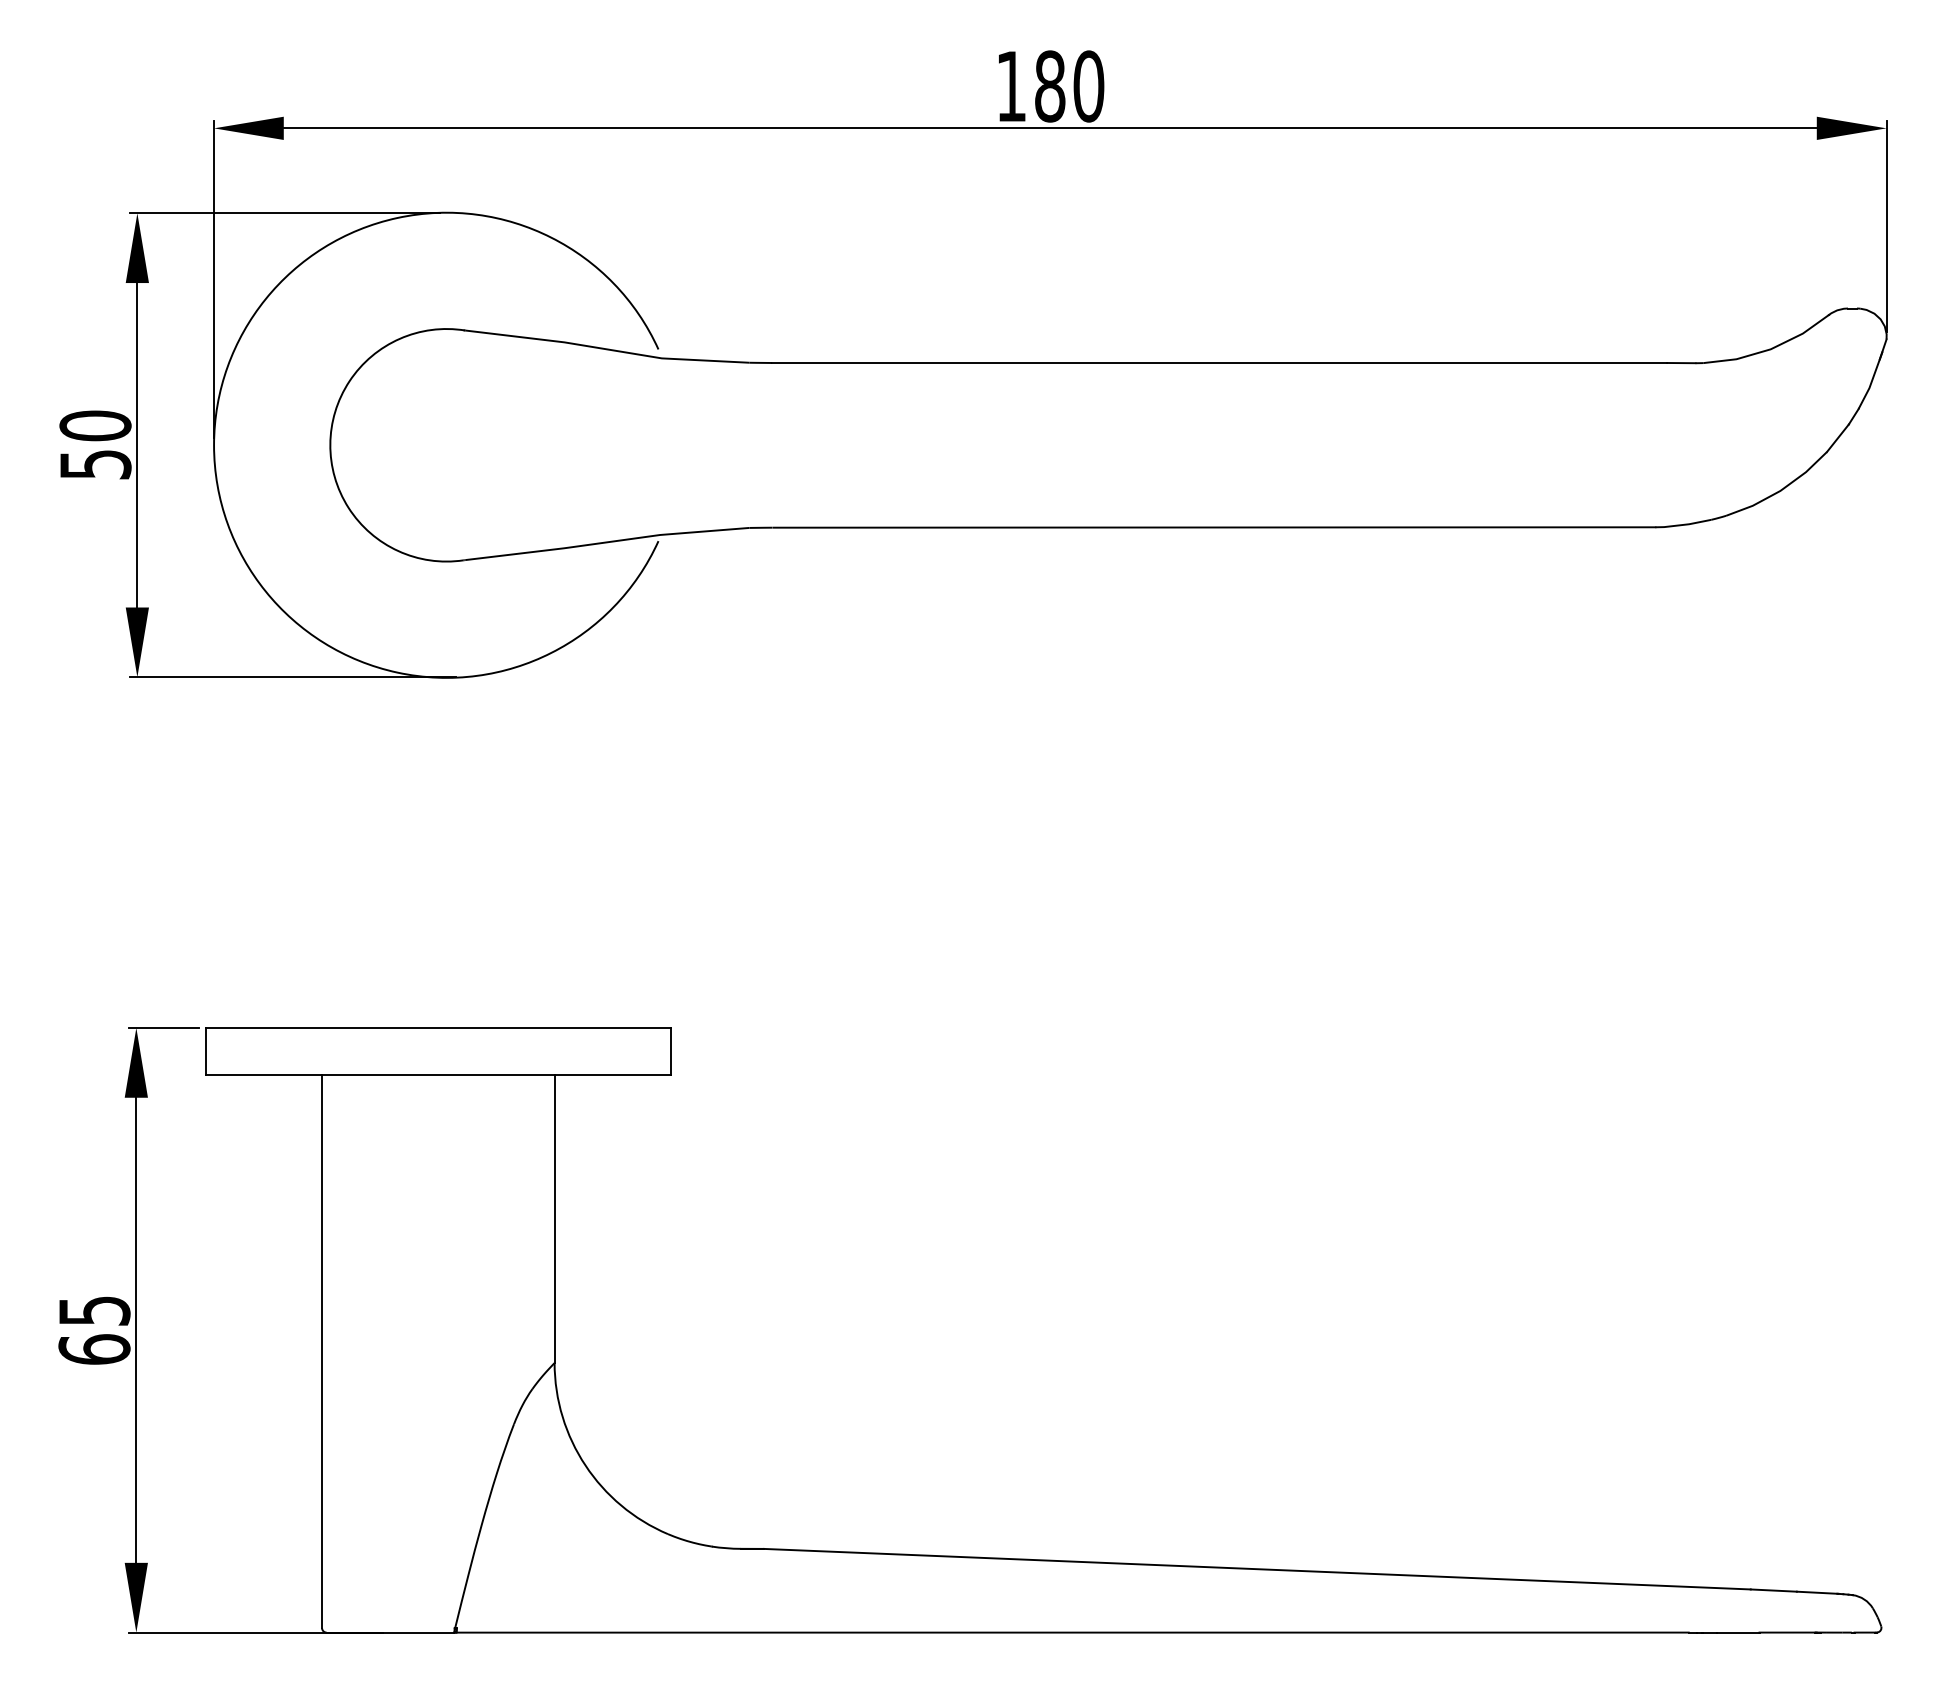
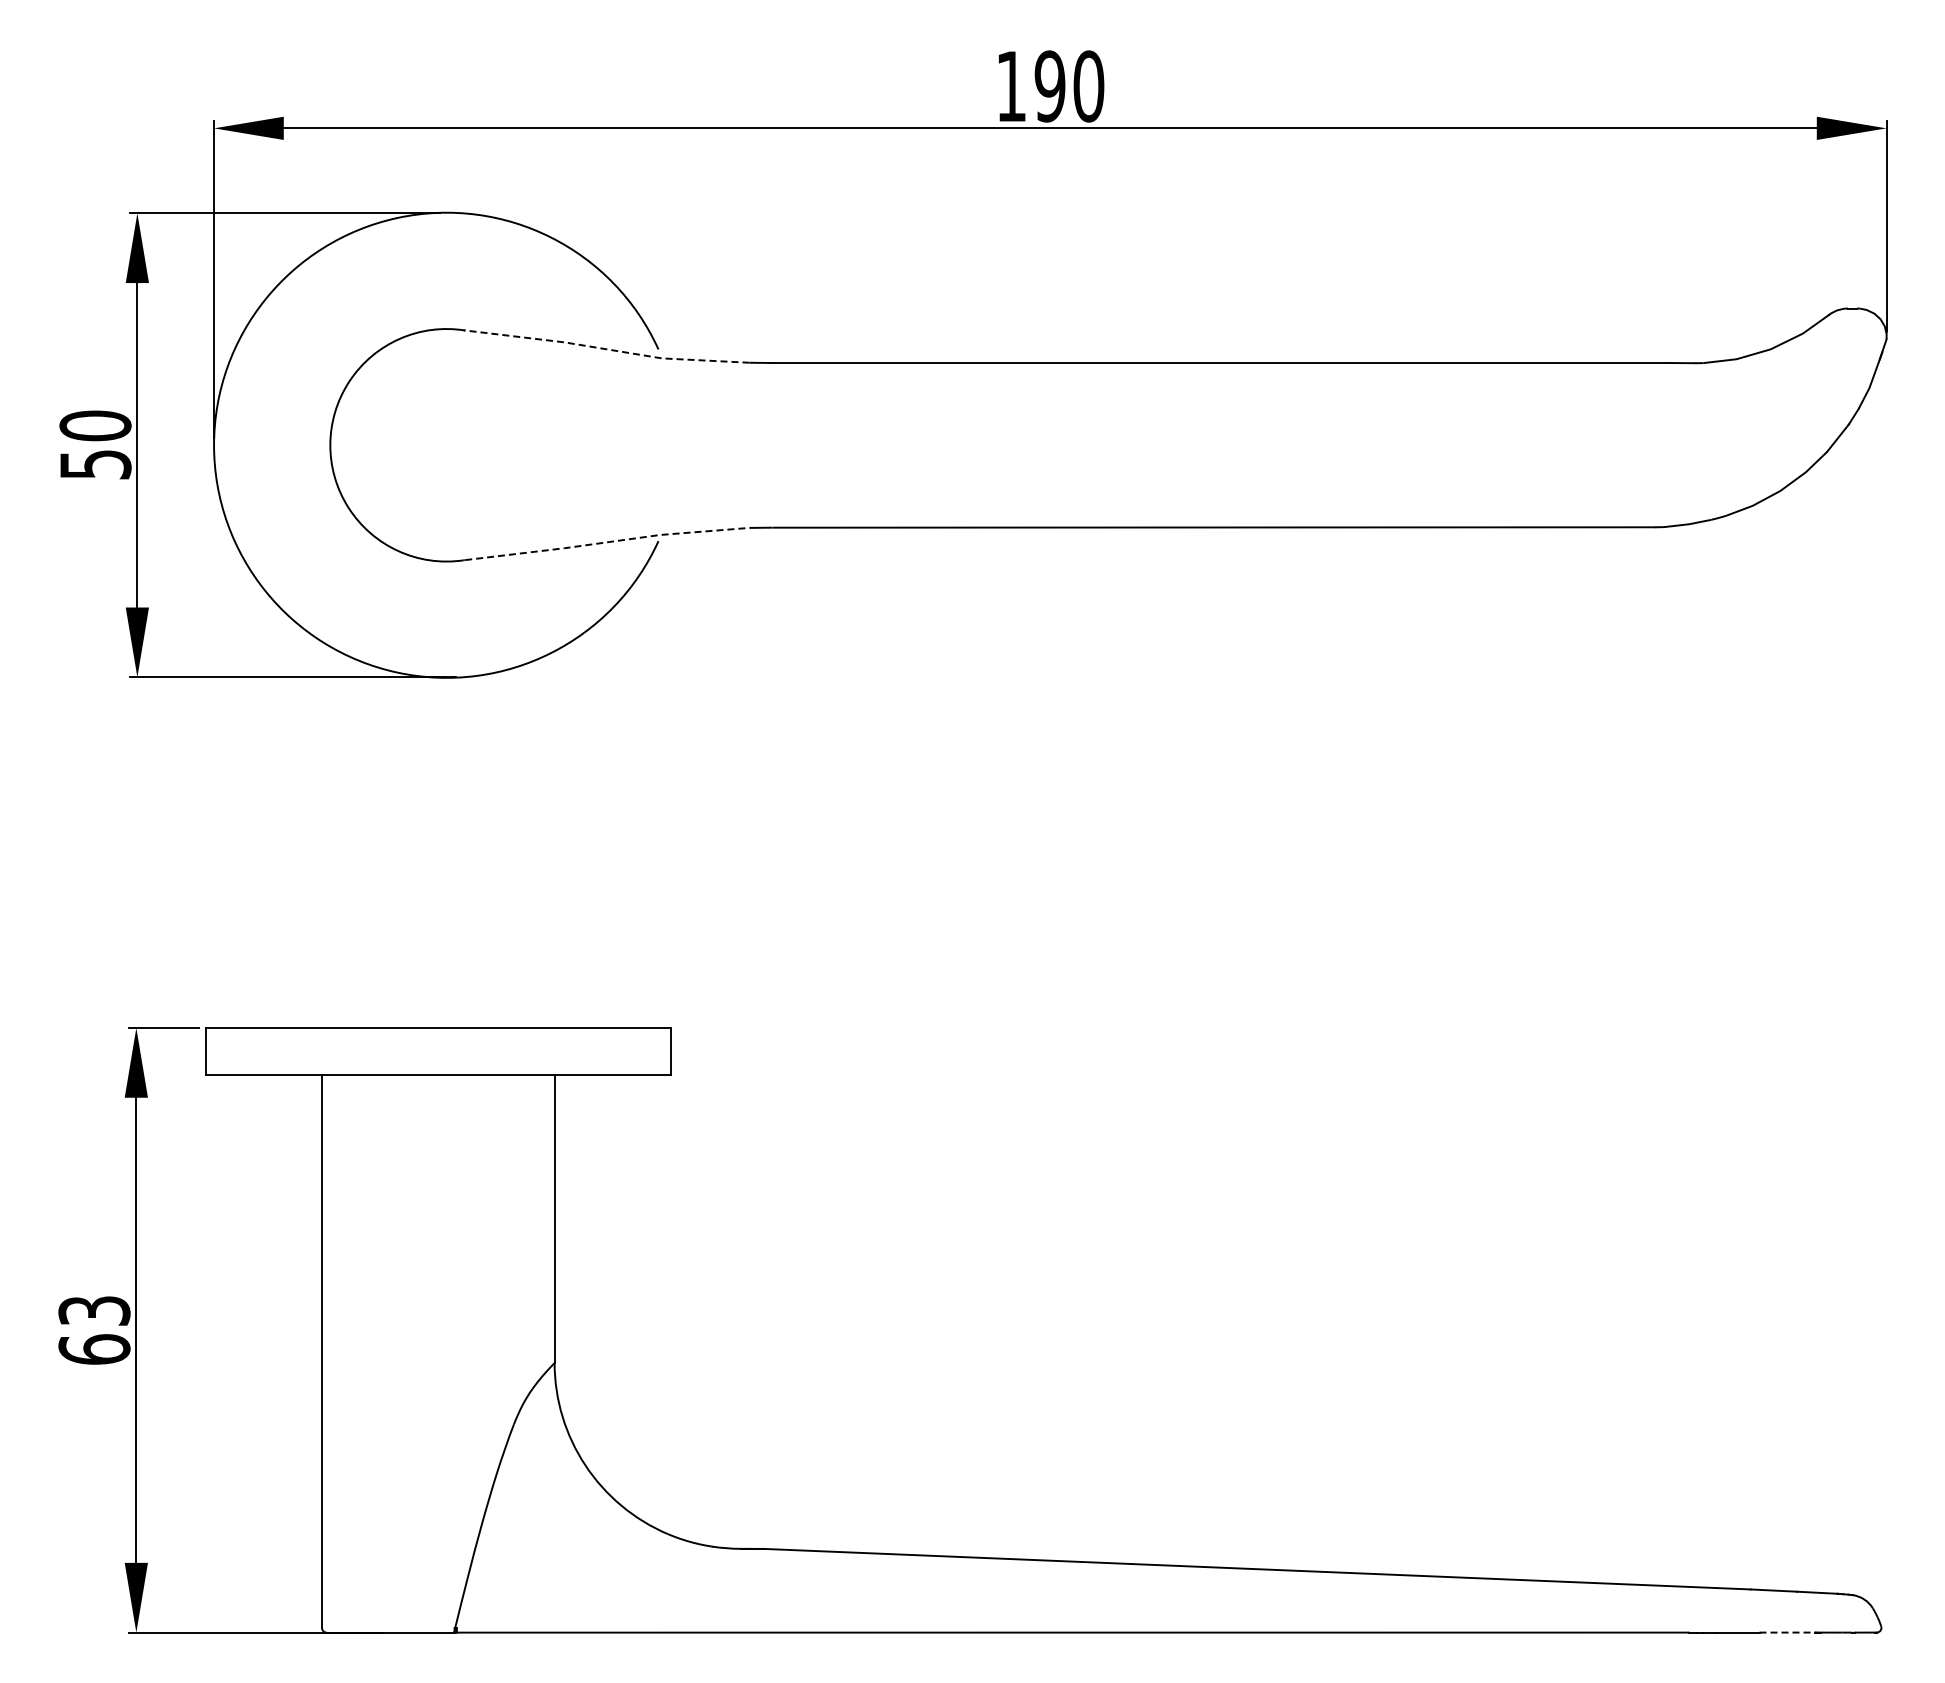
text at (1049, 86): 180 -> 190
line at (606, 349): solid -> dashed
line at (607, 542): solid -> dashed
text at (94, 1310): 65 -> 63
line at (1788, 1632): solid -> dashed
